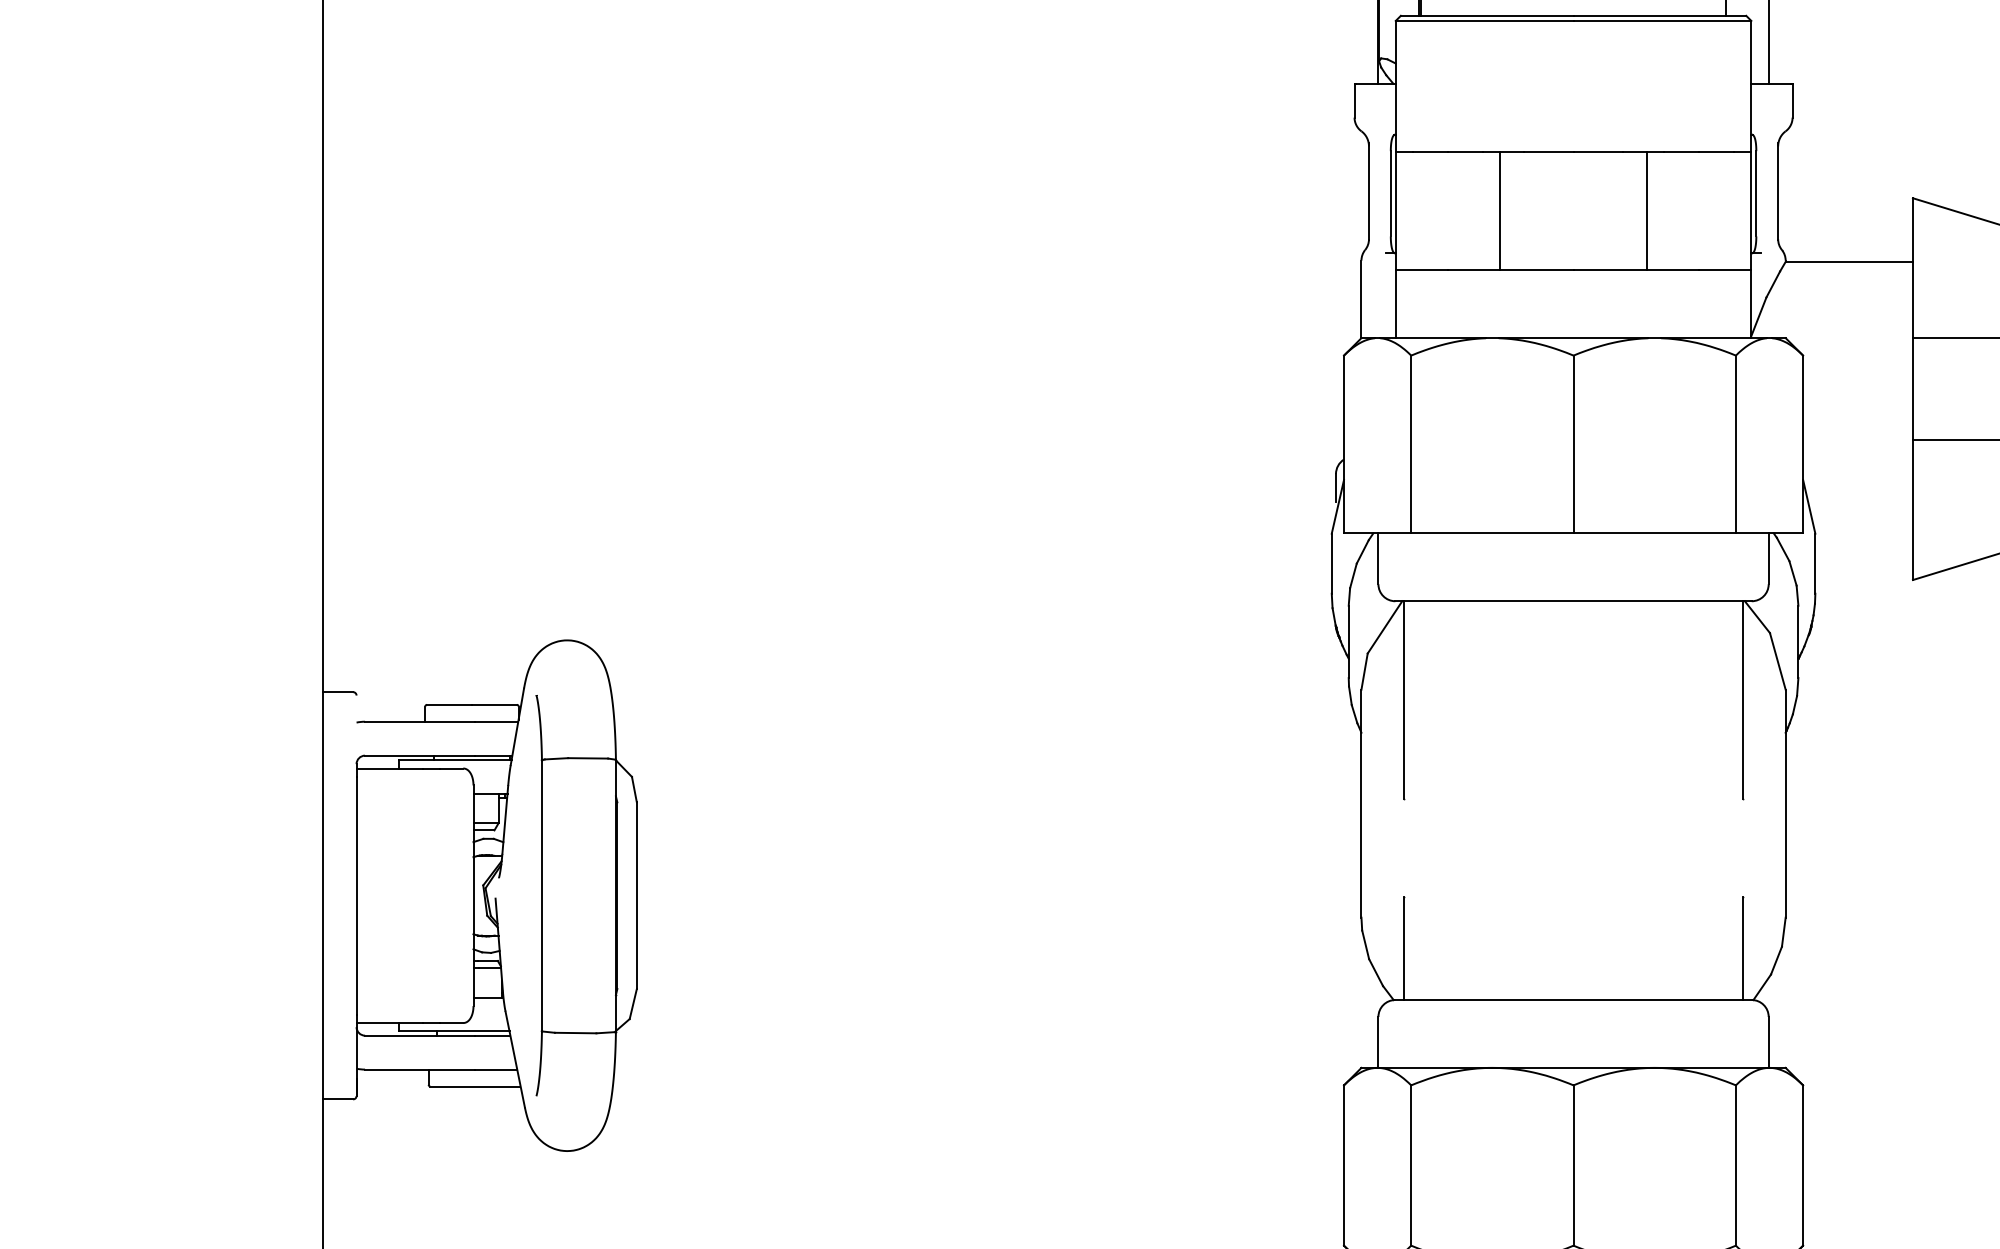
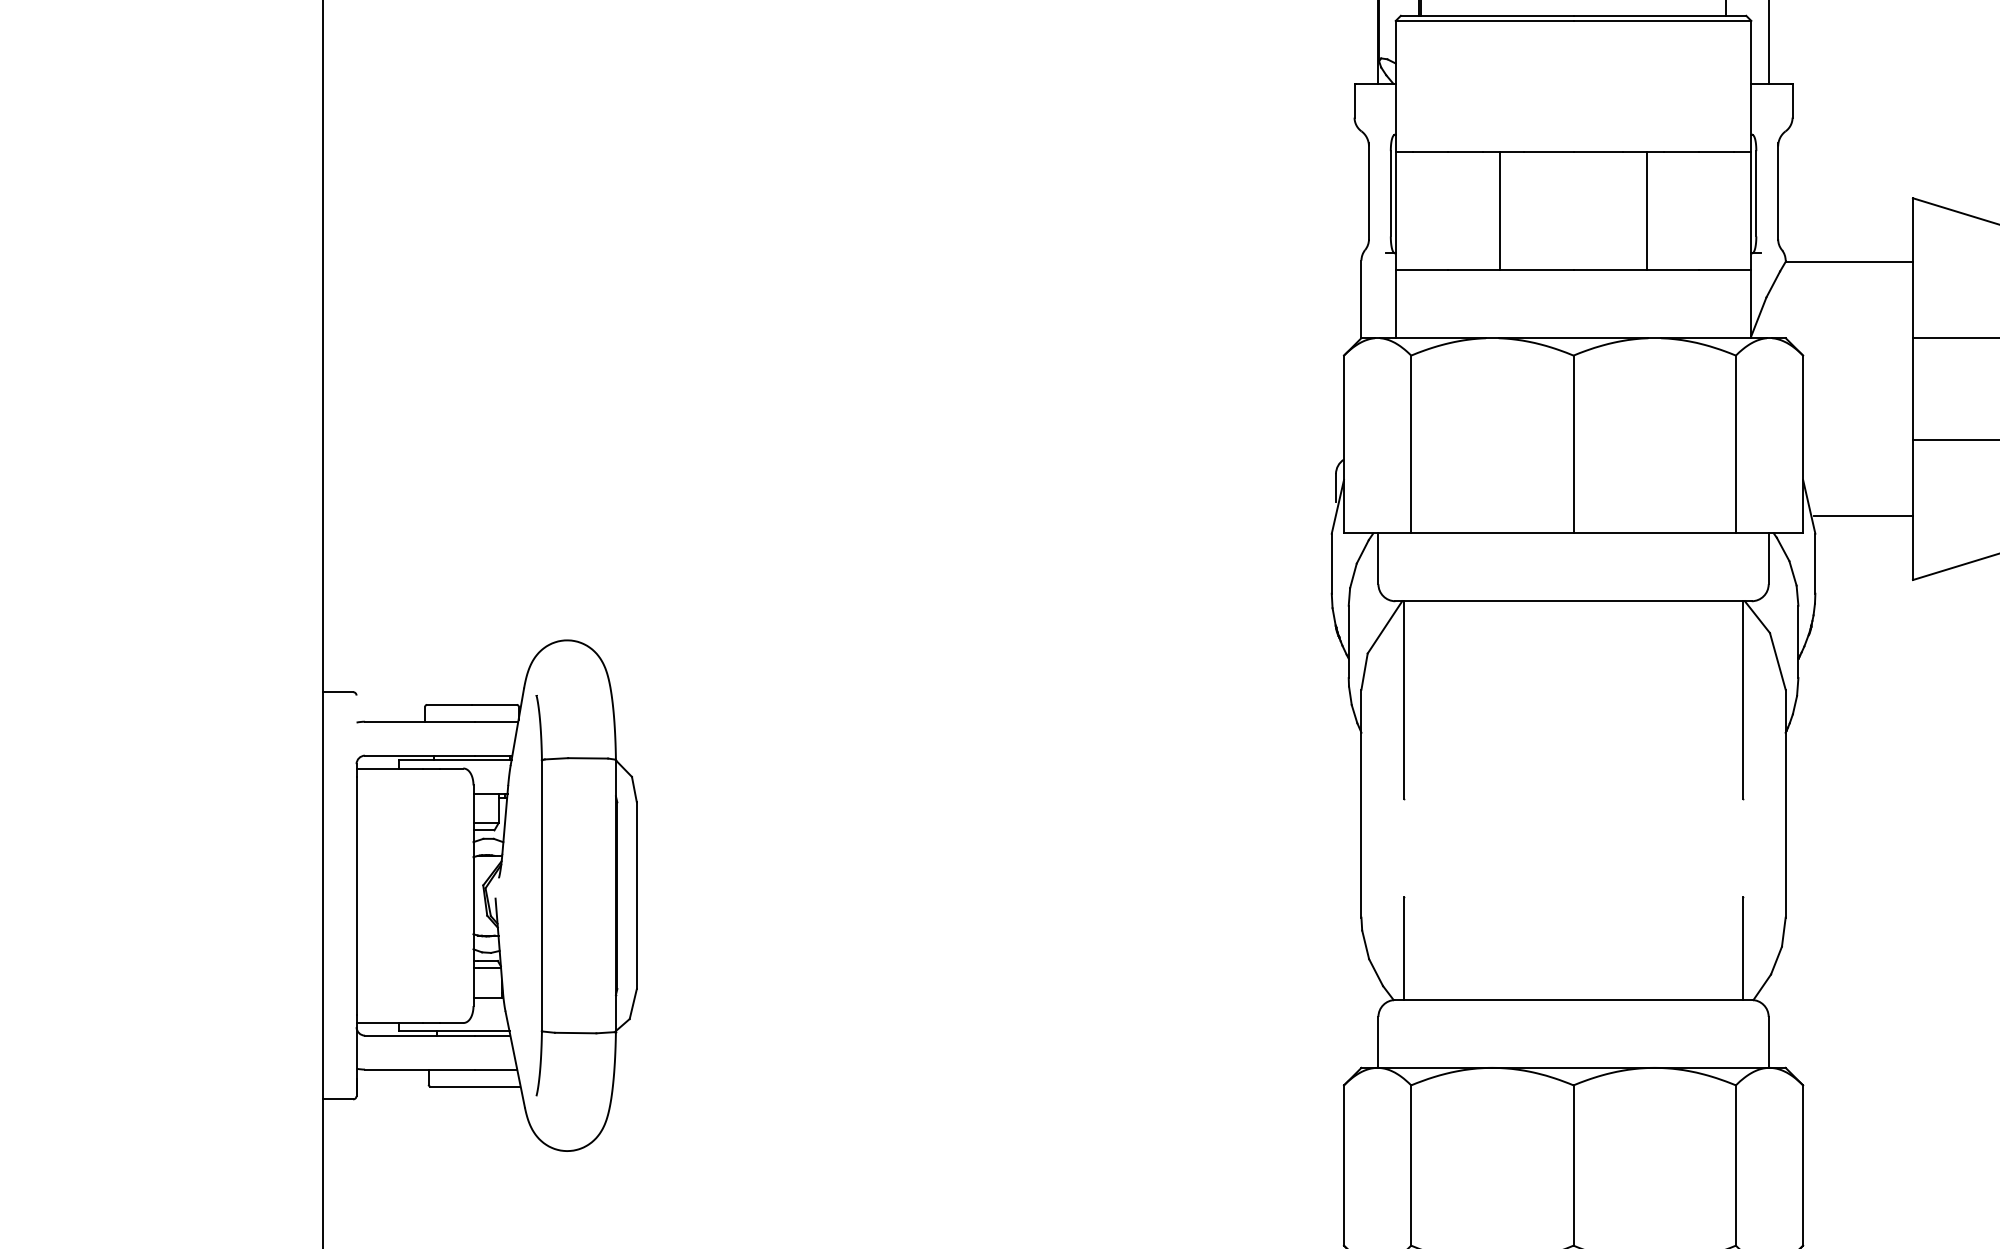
line at (1863, 516): none -> present
